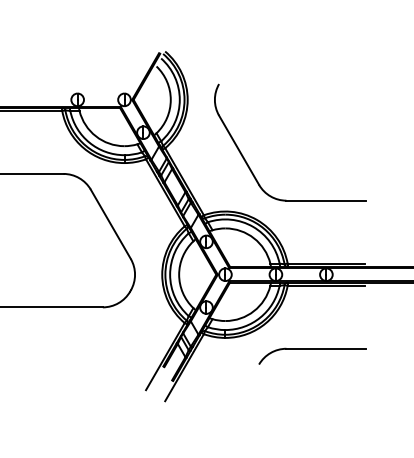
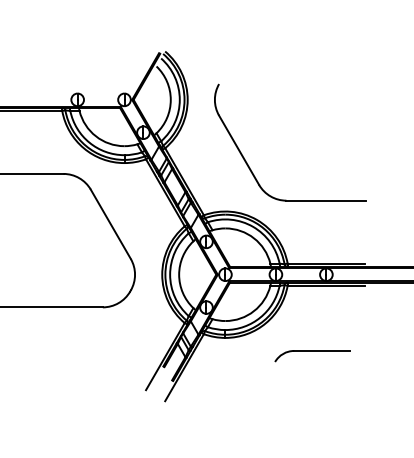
part at (312, 355) size: 109x18 px -> 77x13 px
